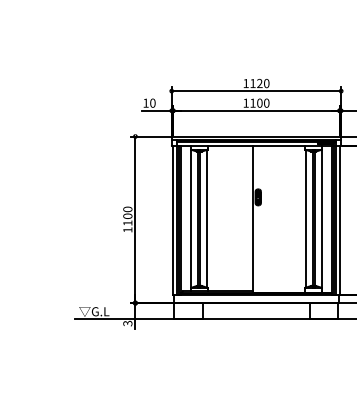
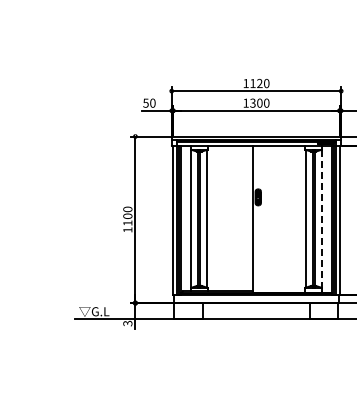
text at (145, 102): 10 -> 50
text at (252, 102): 1100 -> 1300
line at (321, 218): solid -> dashed
